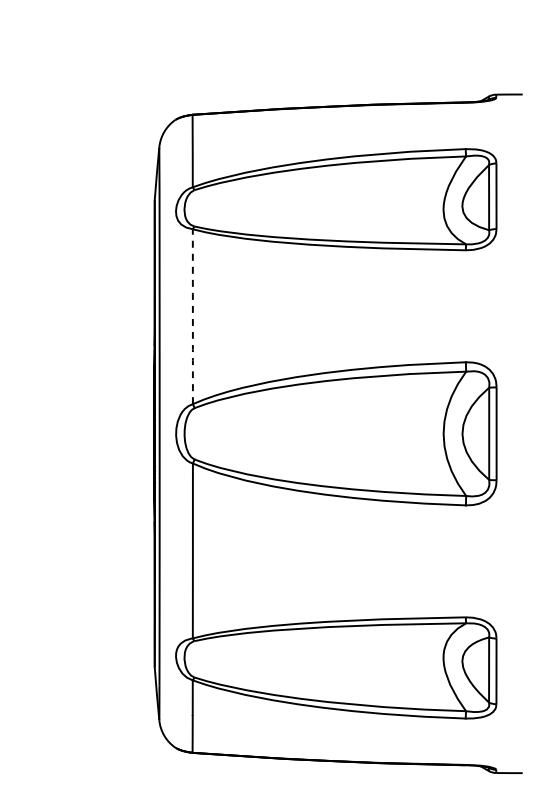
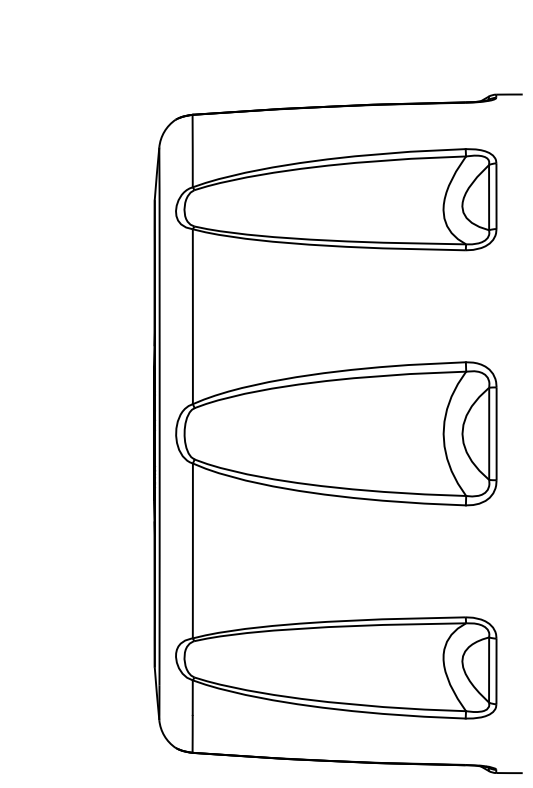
arc at (192, 316): dashed -> solid
